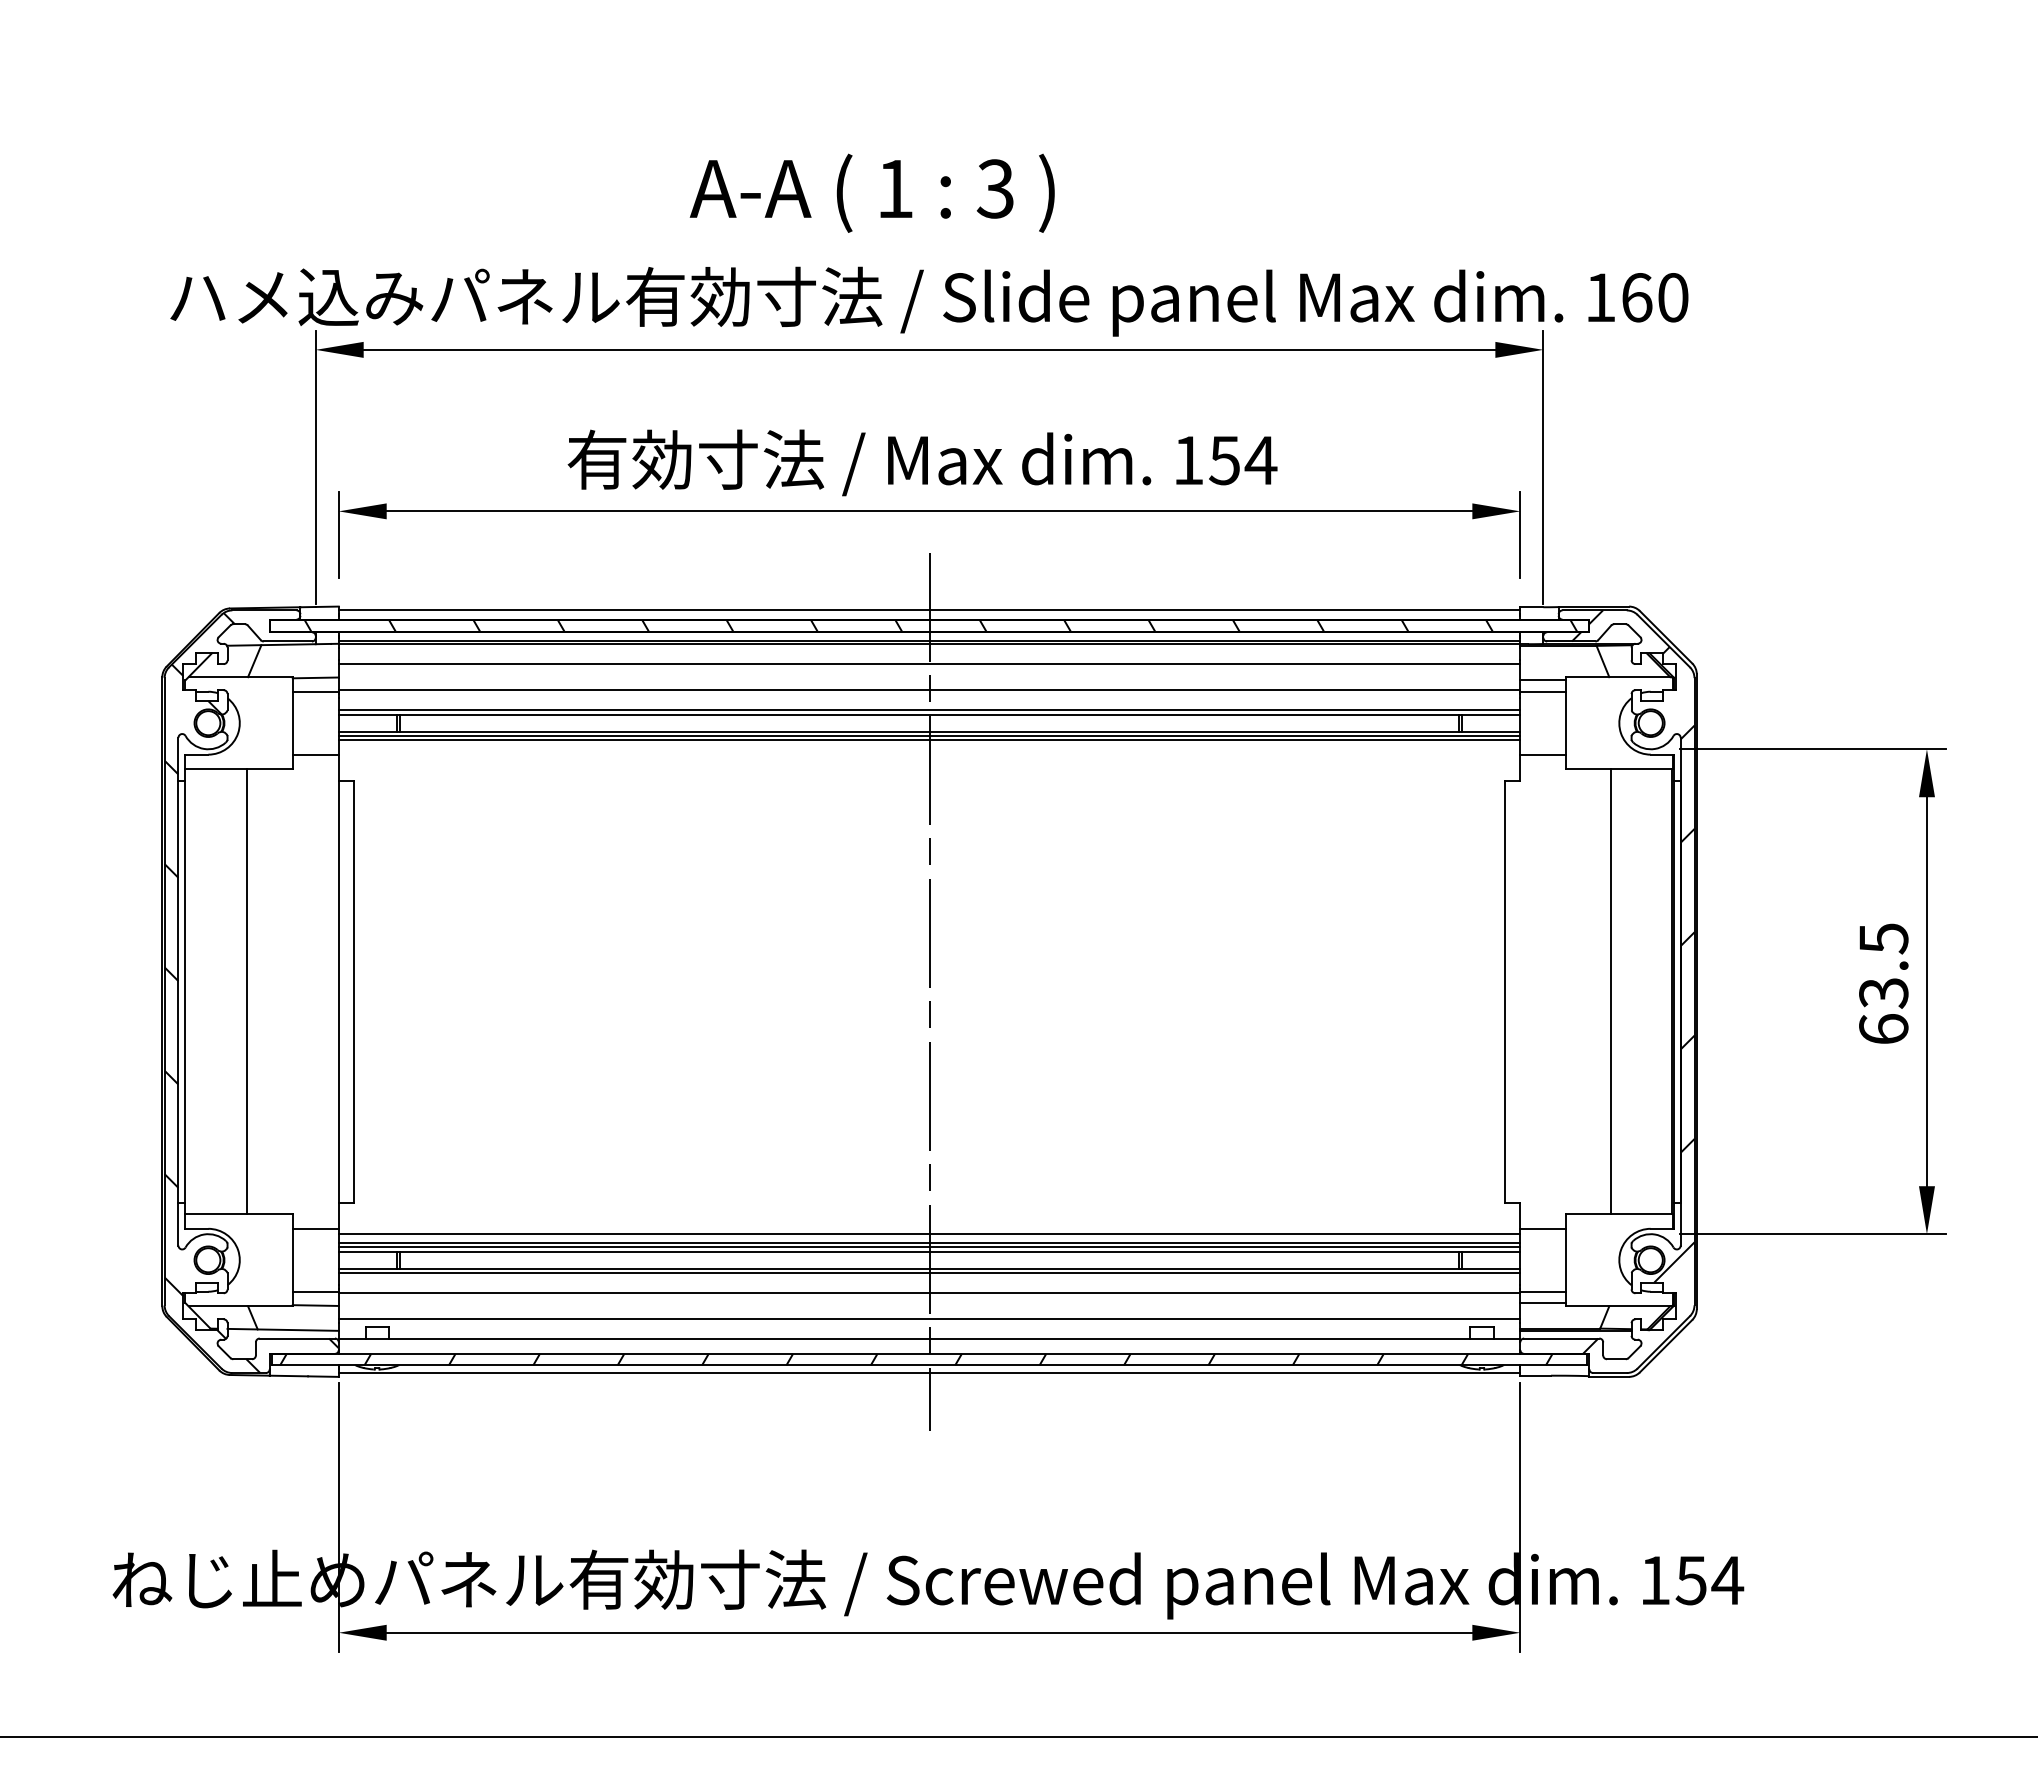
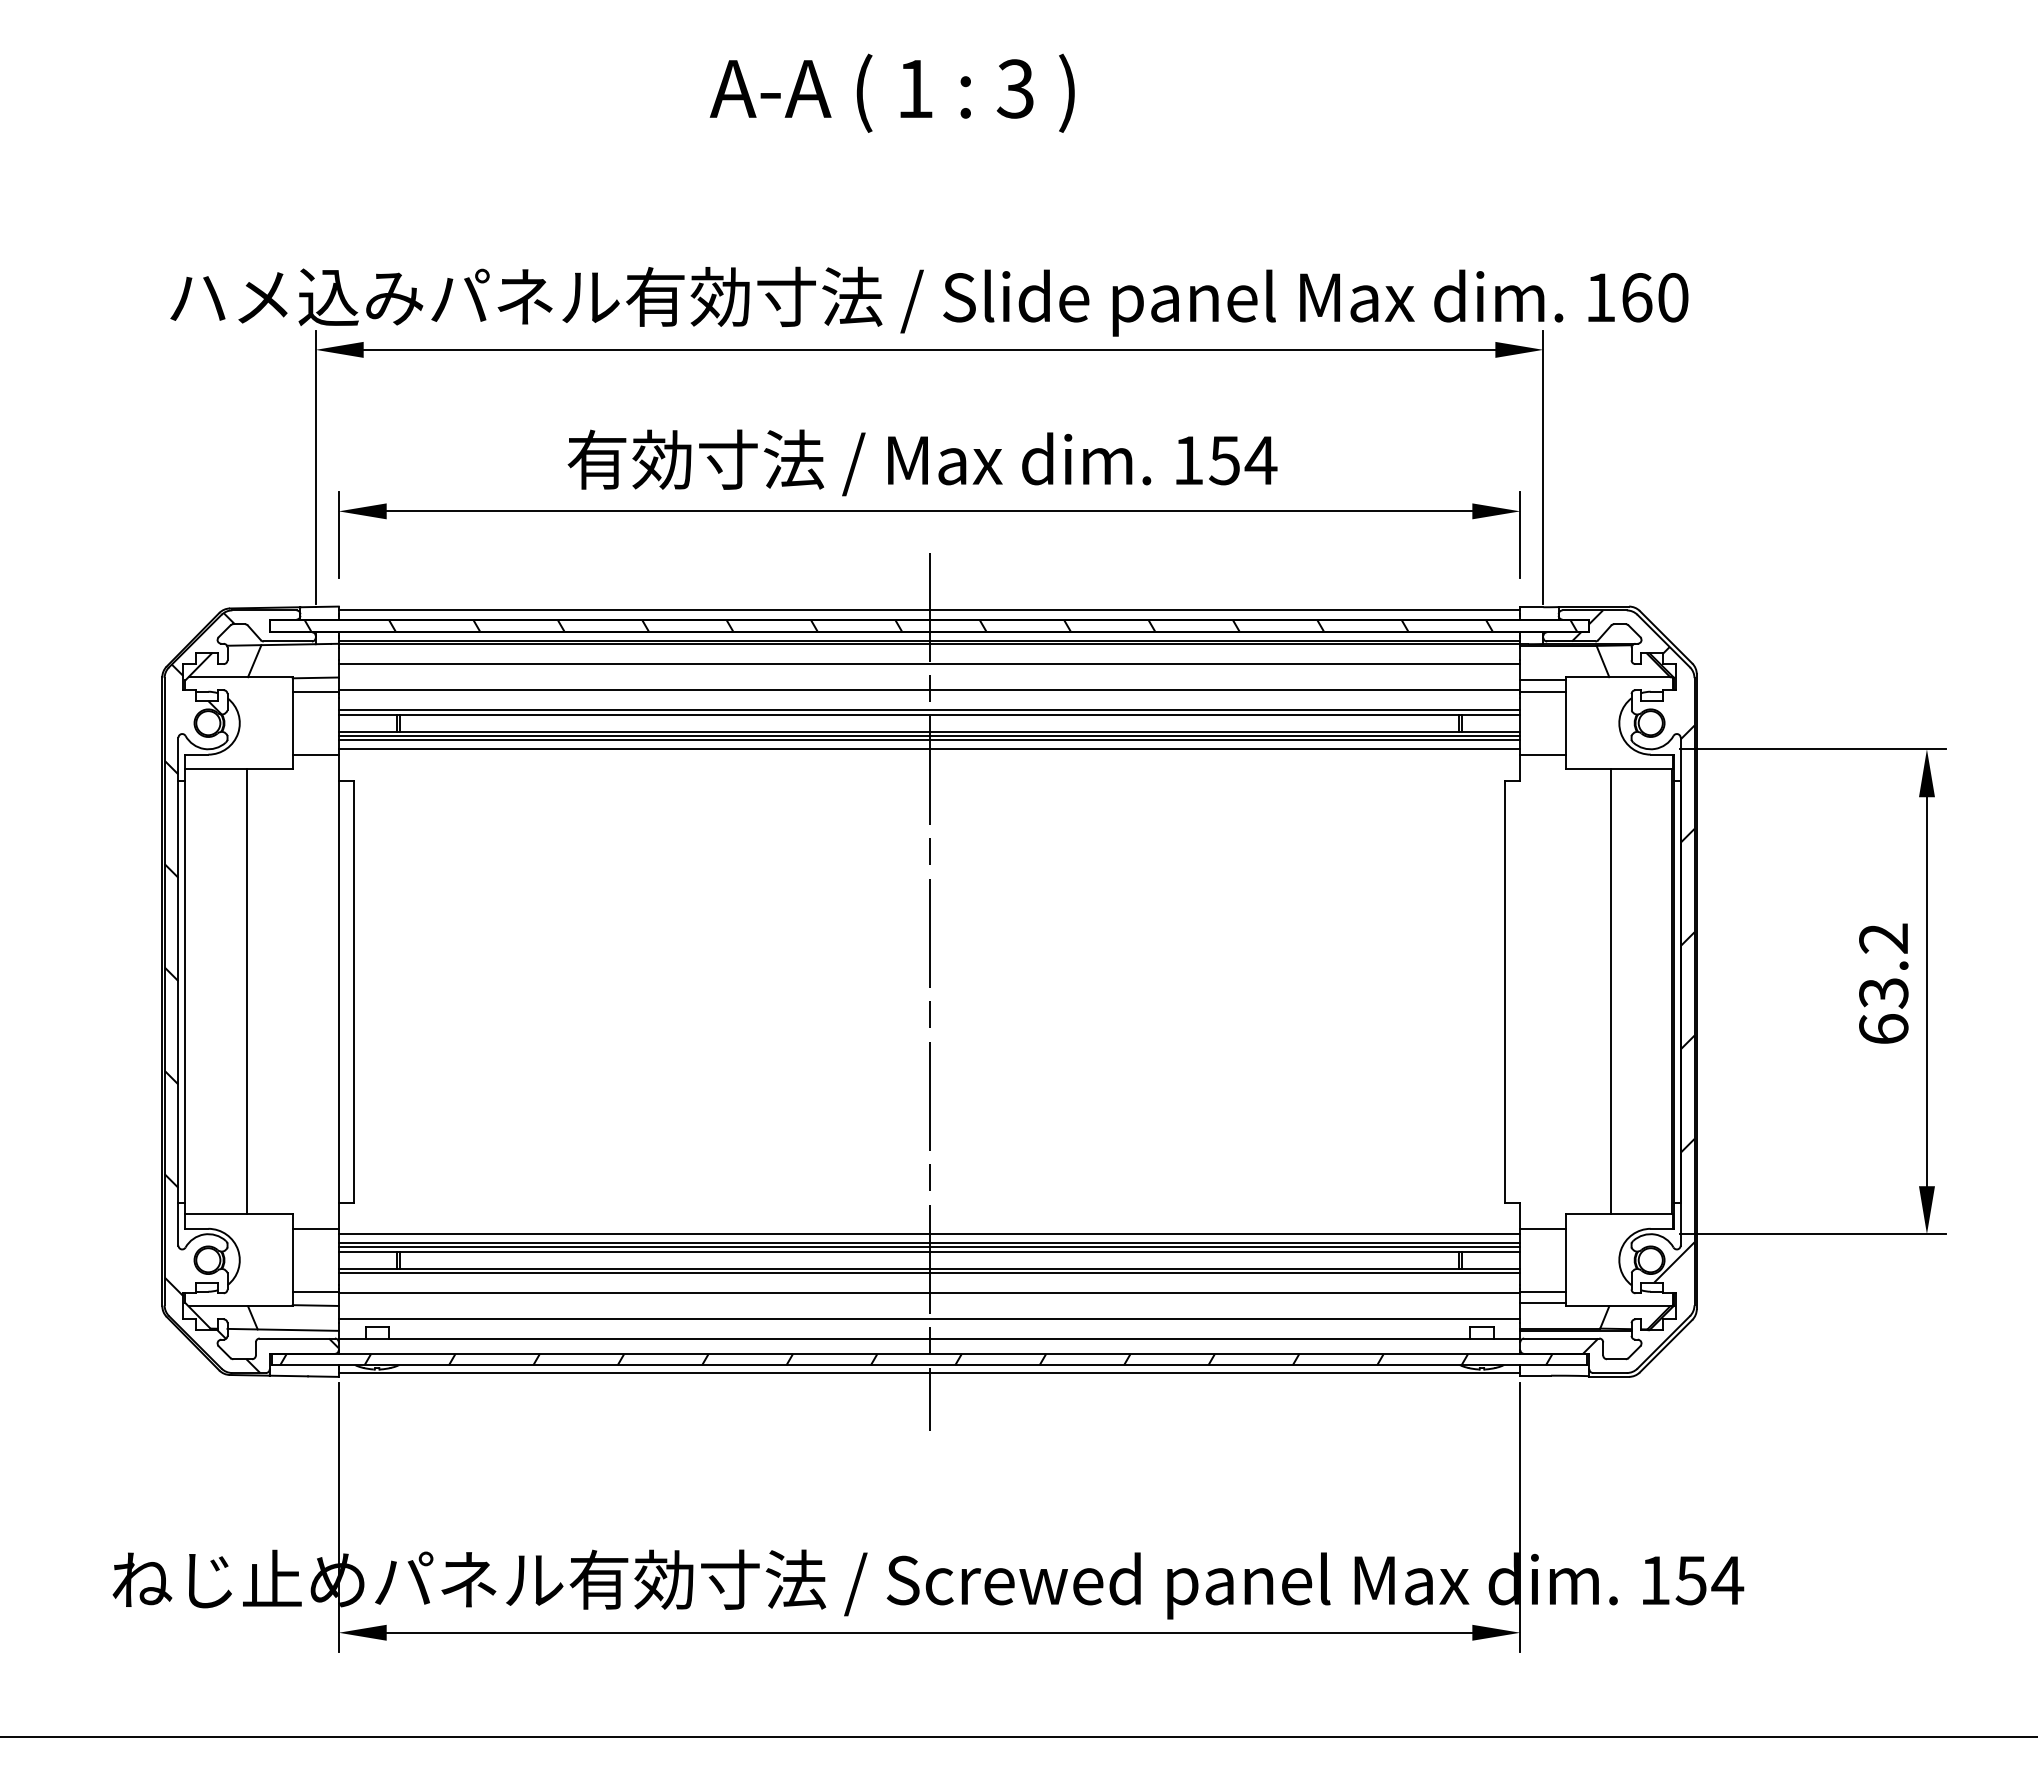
text at (871, 192) position: (871, 192) -> (891, 92)
line at (929, 749): none -> present
text at (1883, 938): 63.5 -> 63.2
